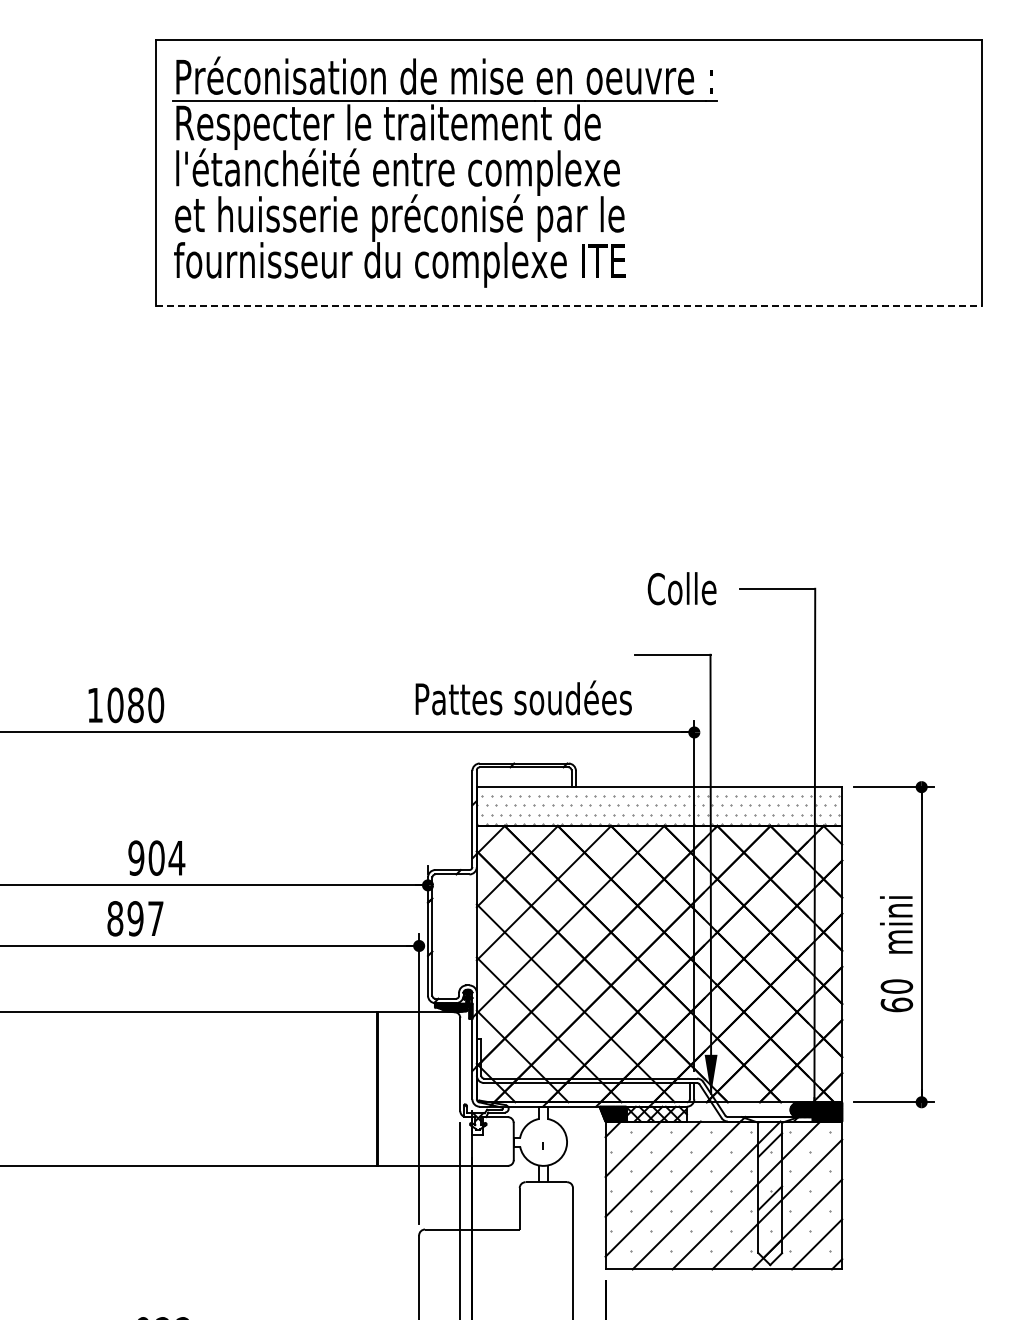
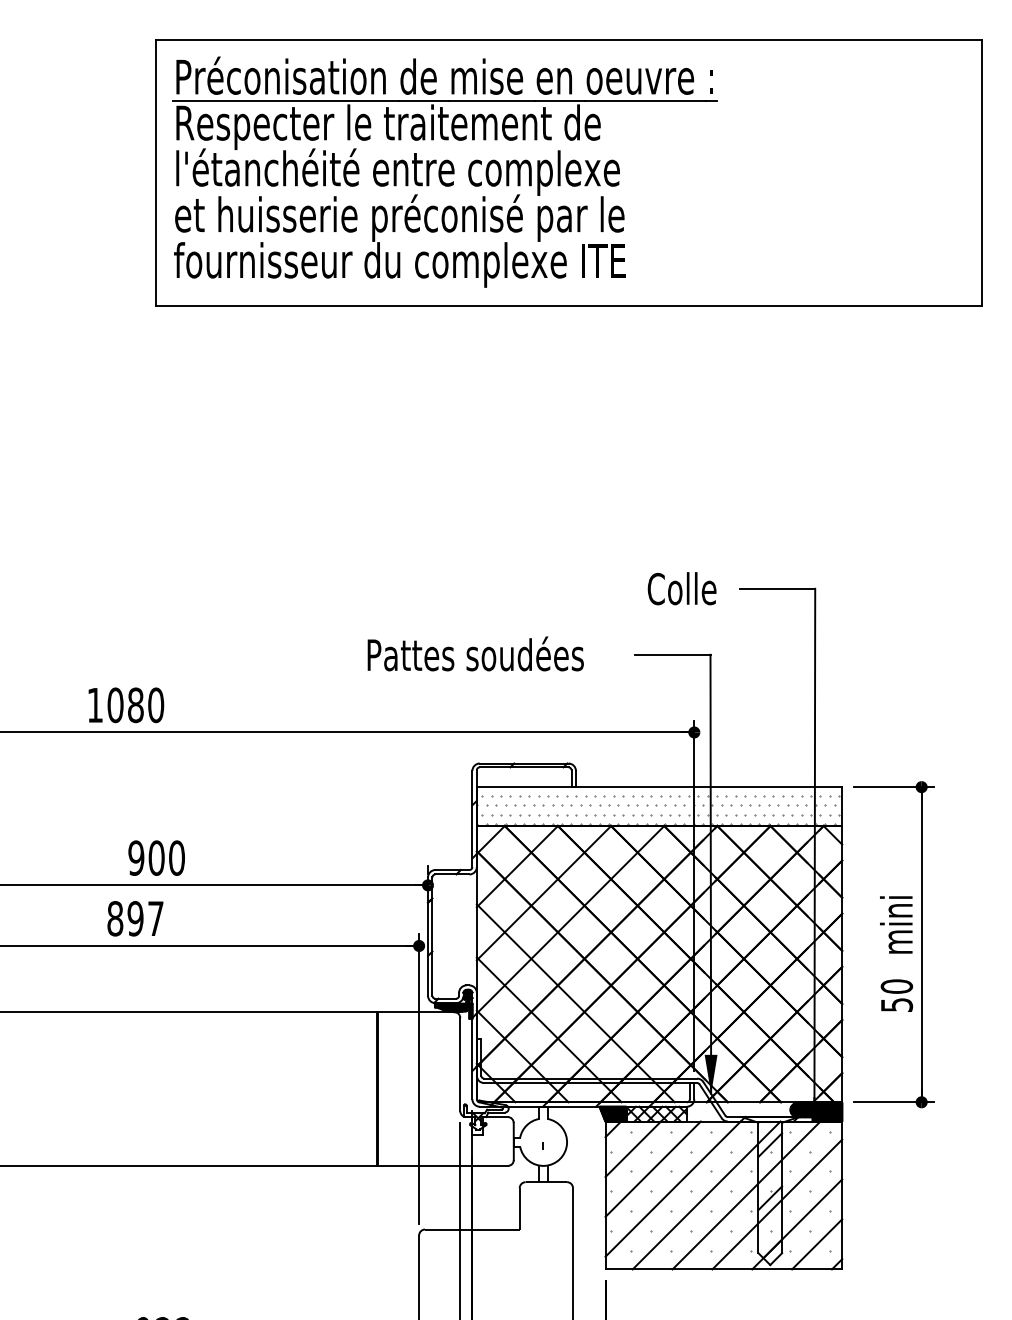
line at (569, 306): dashed -> solid
text at (523, 697) position: (523, 697) -> (475, 653)
text at (176, 857): 904 -> 900
text at (896, 1004): 60 -> 50
